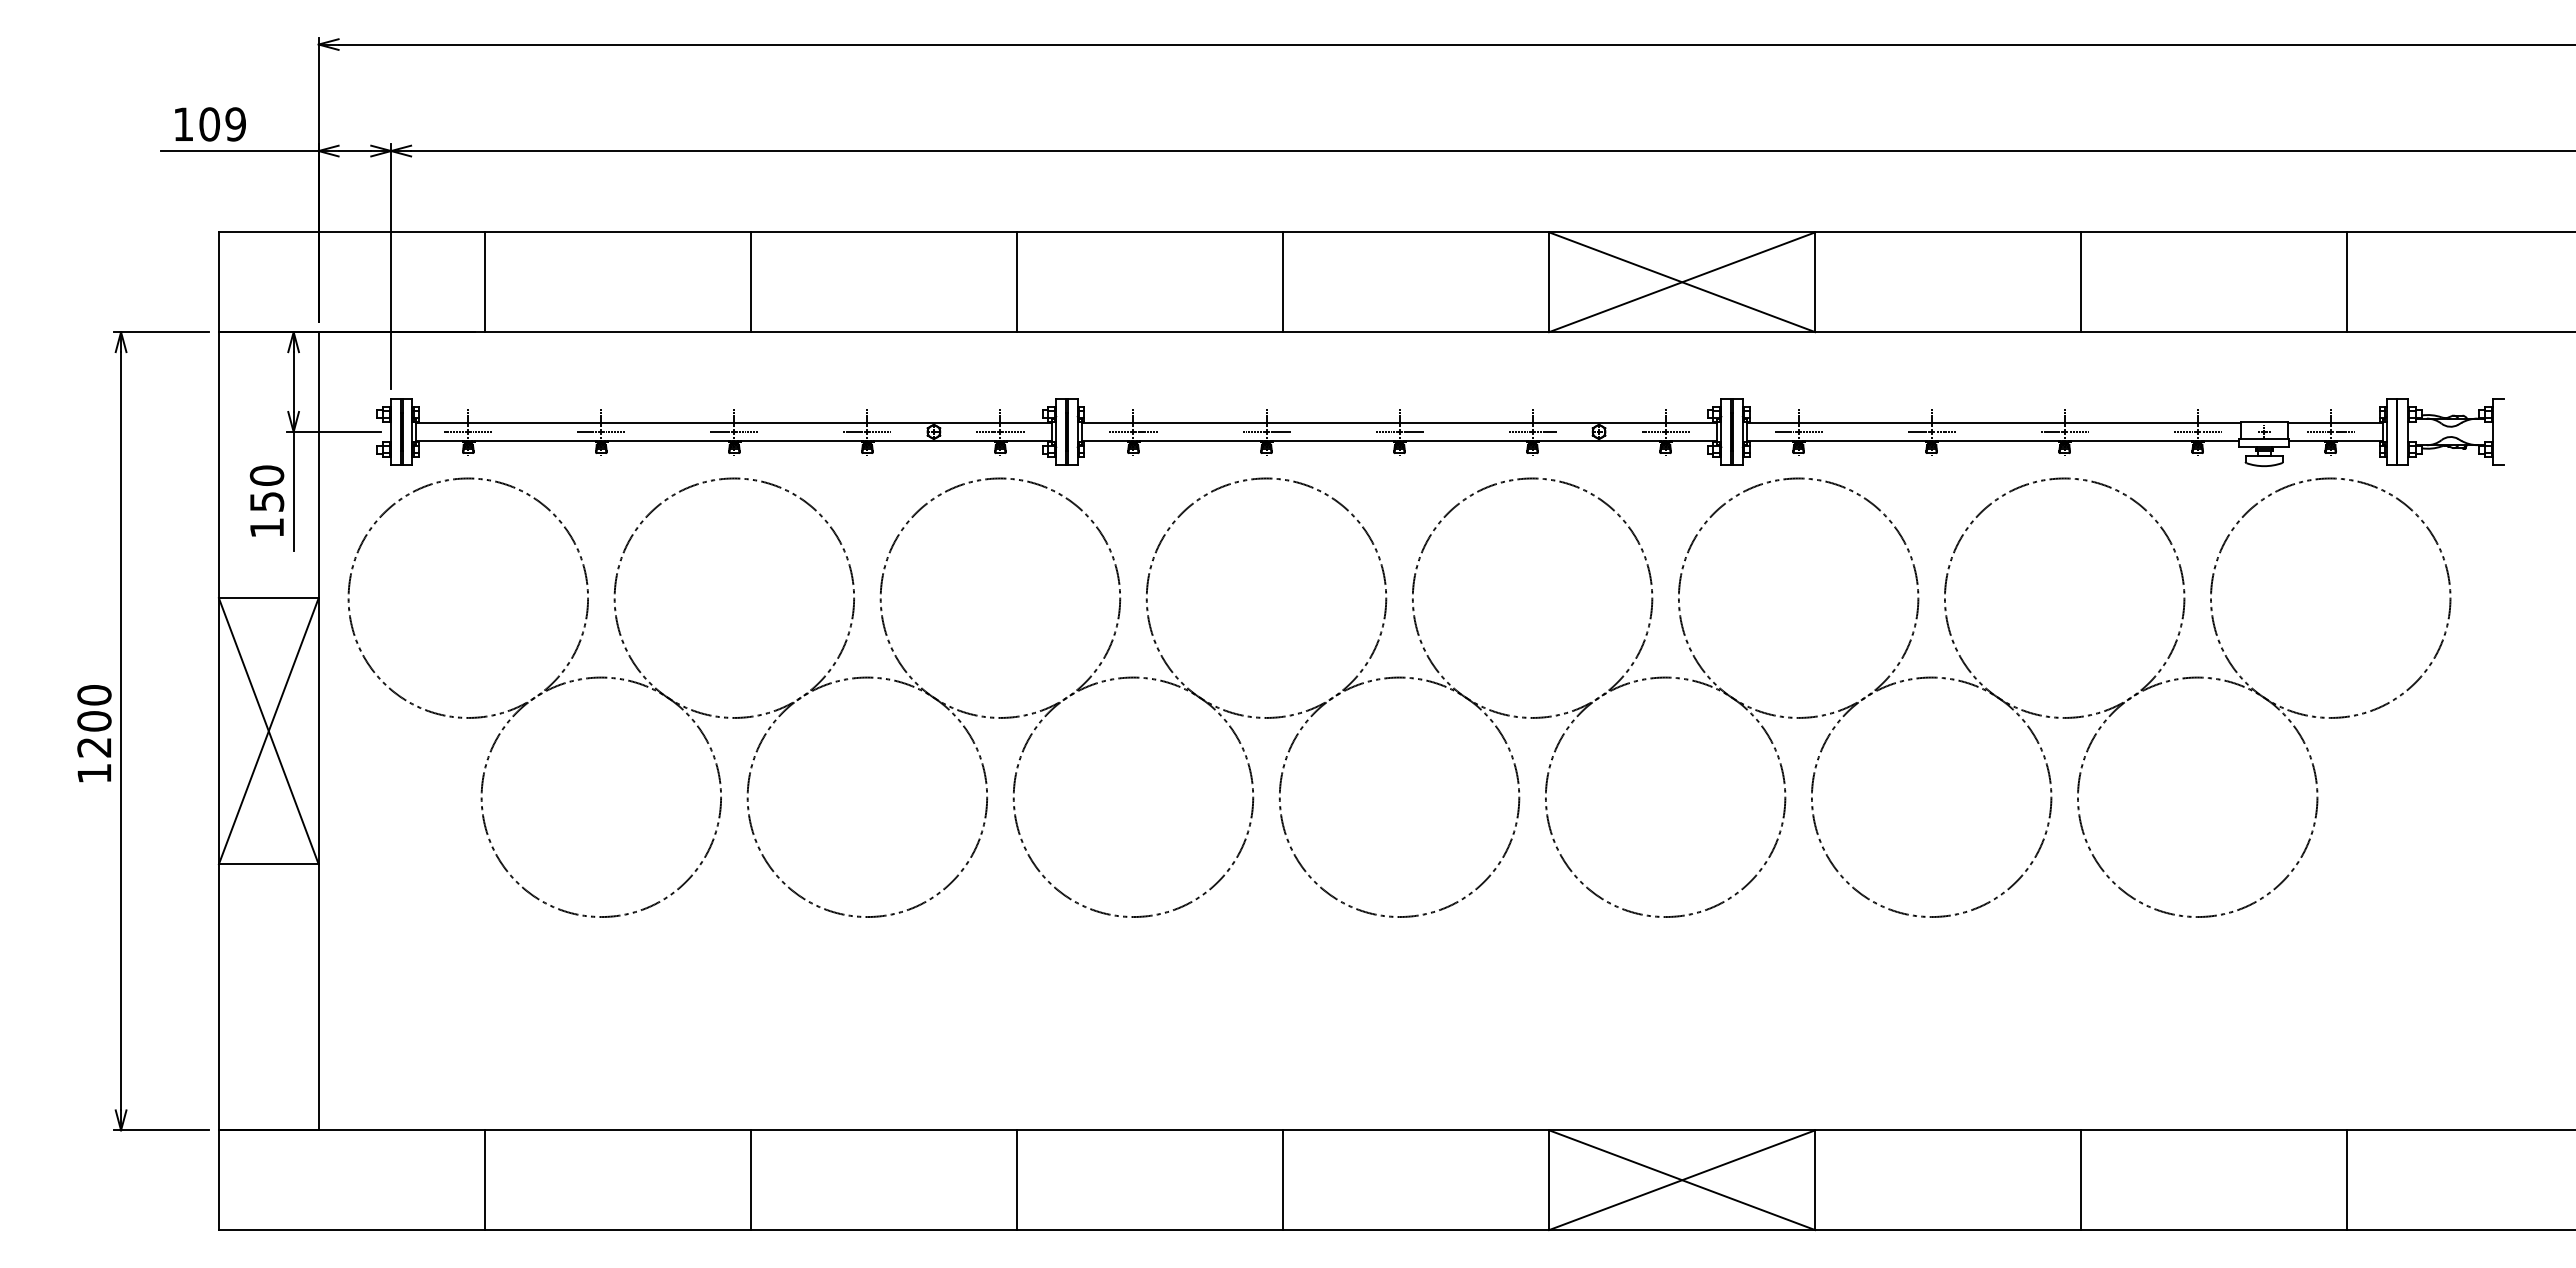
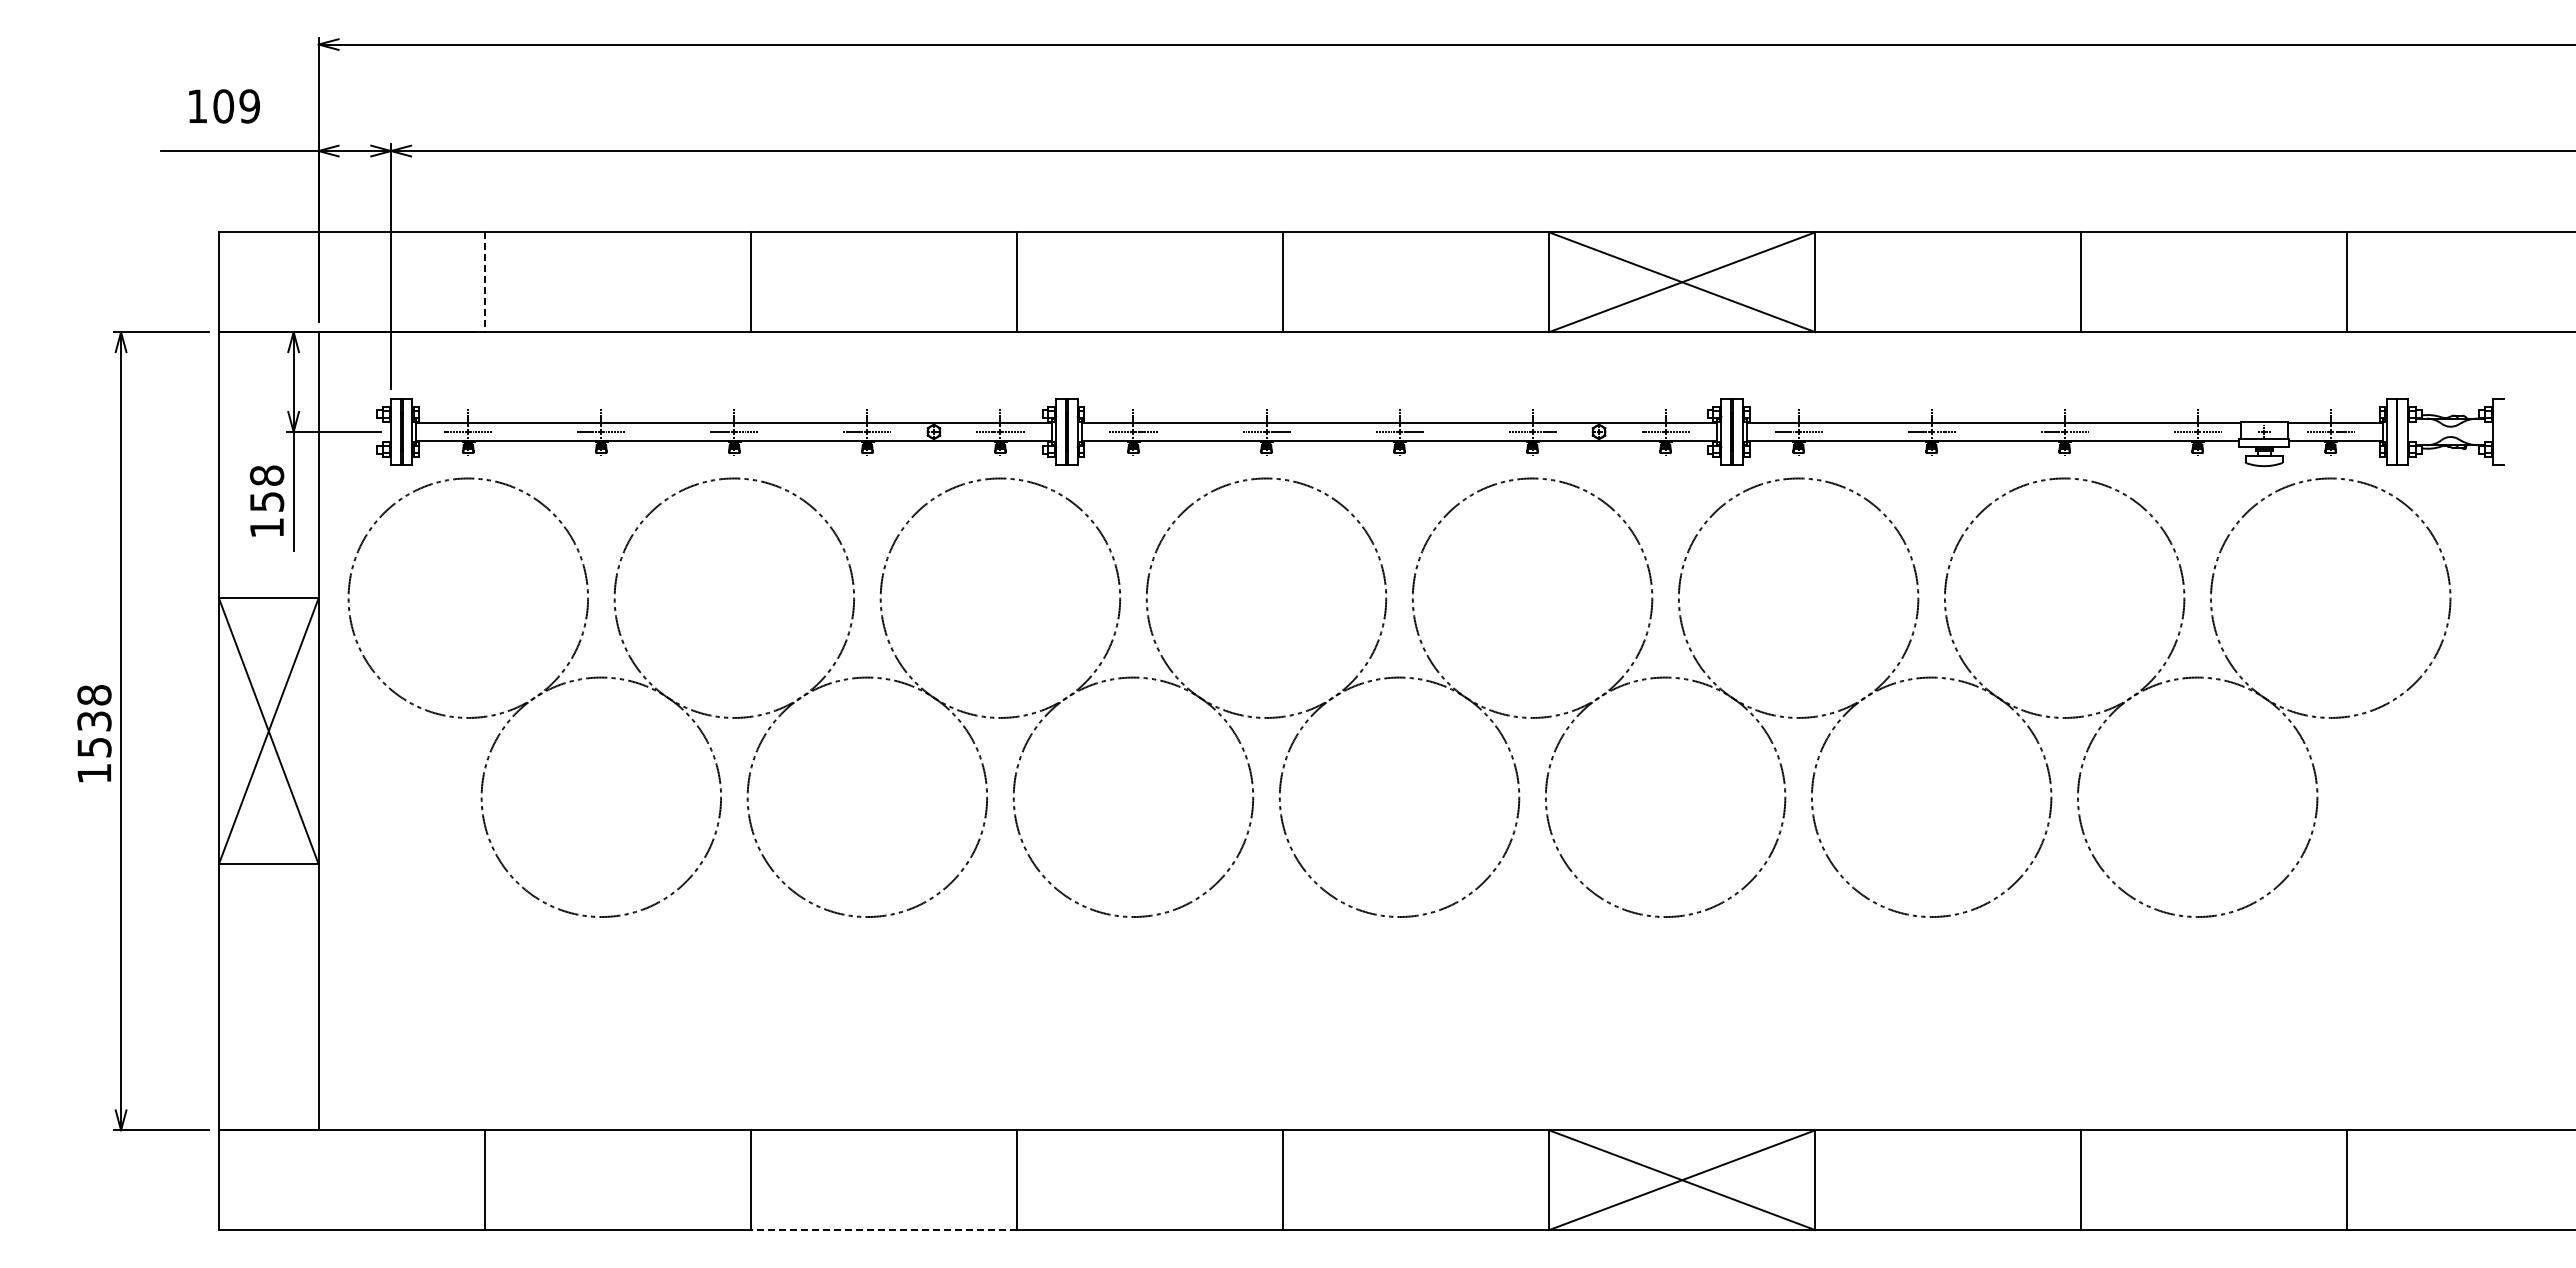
text at (210, 124) position: (210, 124) -> (224, 106)
line at (484, 282): solid -> dashed
text at (267, 475): 150 -> 158
text at (94, 721): 1200 -> 1538
line at (883, 1230): solid -> dashed
